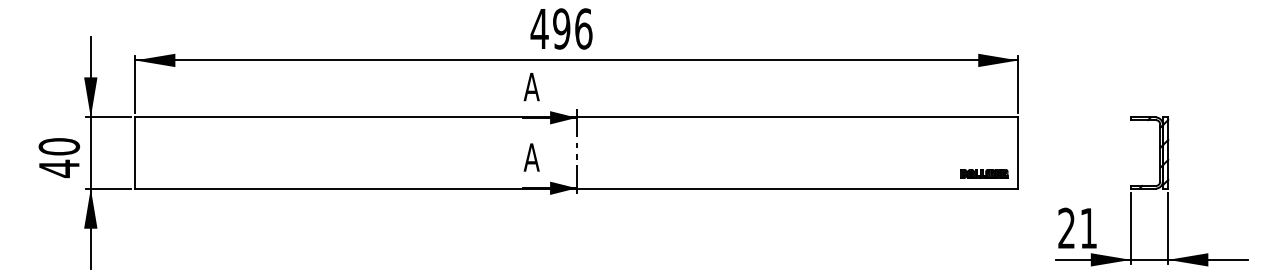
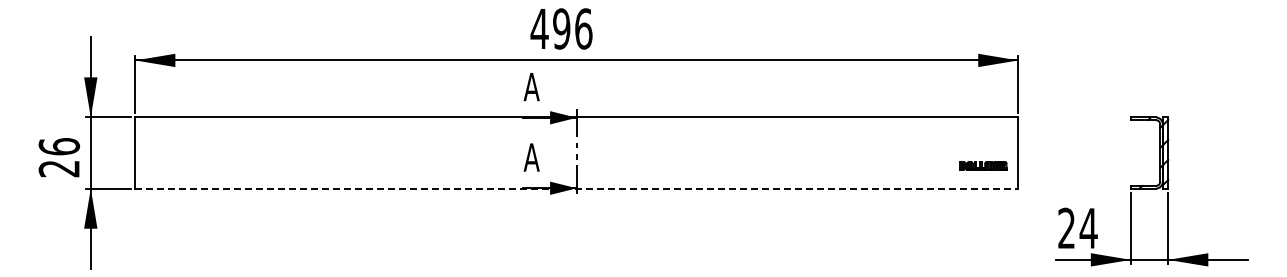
text at (58, 158): 40 -> 26
part at (984, 173) position: (984, 173) -> (983, 165)
line at (577, 188): solid -> dashed
text at (1088, 228): 21 -> 24
